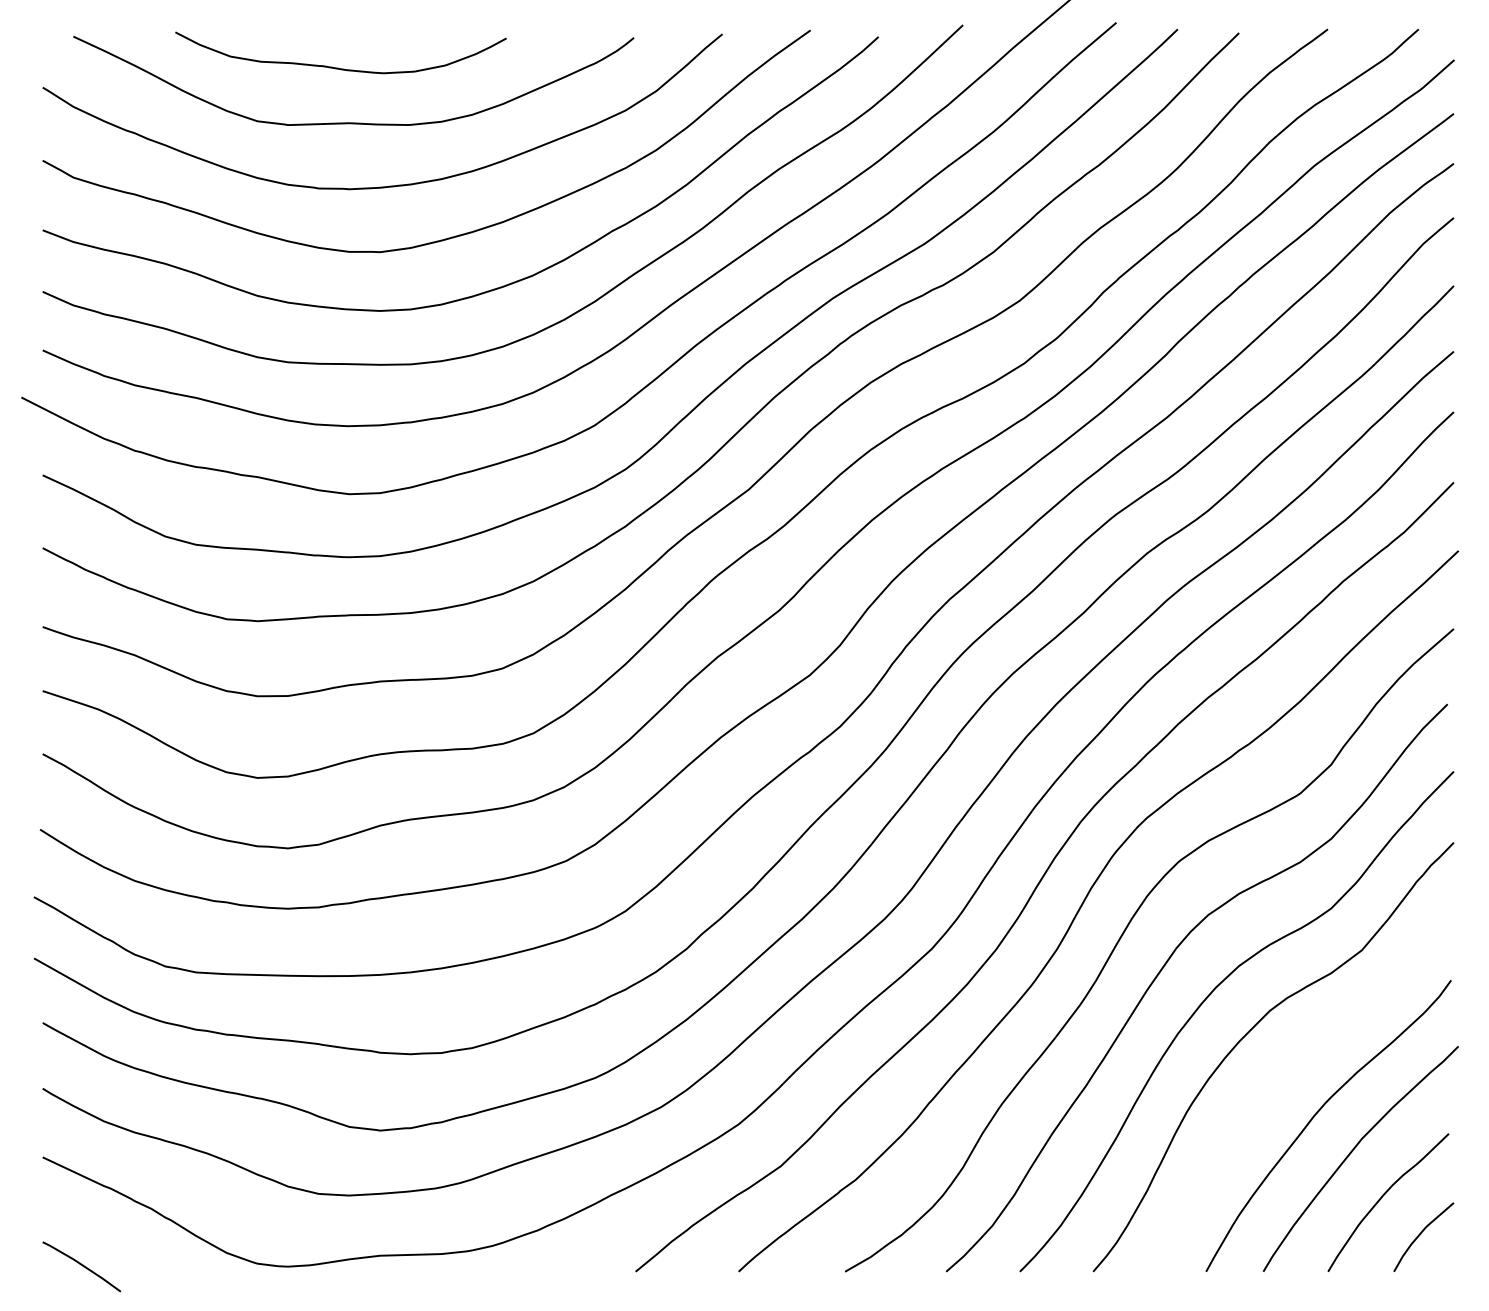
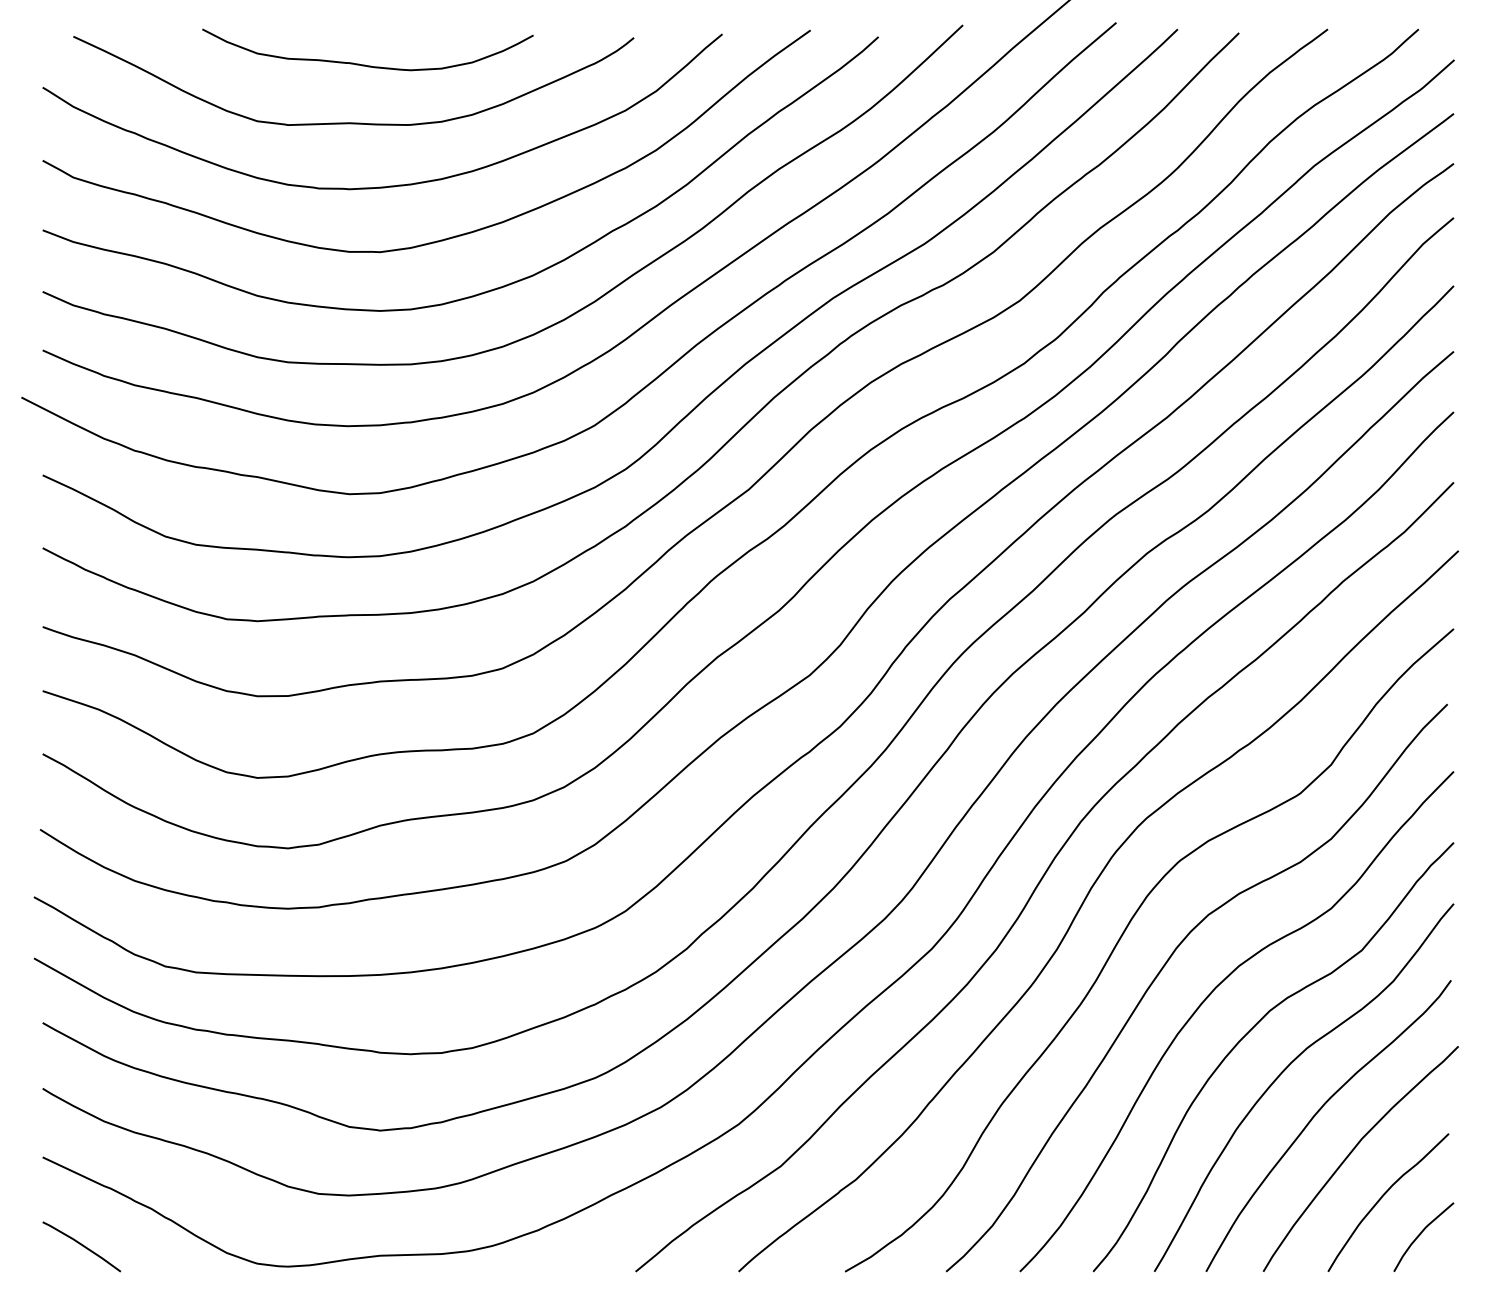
curve at (338, 67) position: (338, 67) -> (365, 64)
curve at (1286, 1069): none -> present
curve at (81, 1265) position: (81, 1265) -> (81, 1245)
